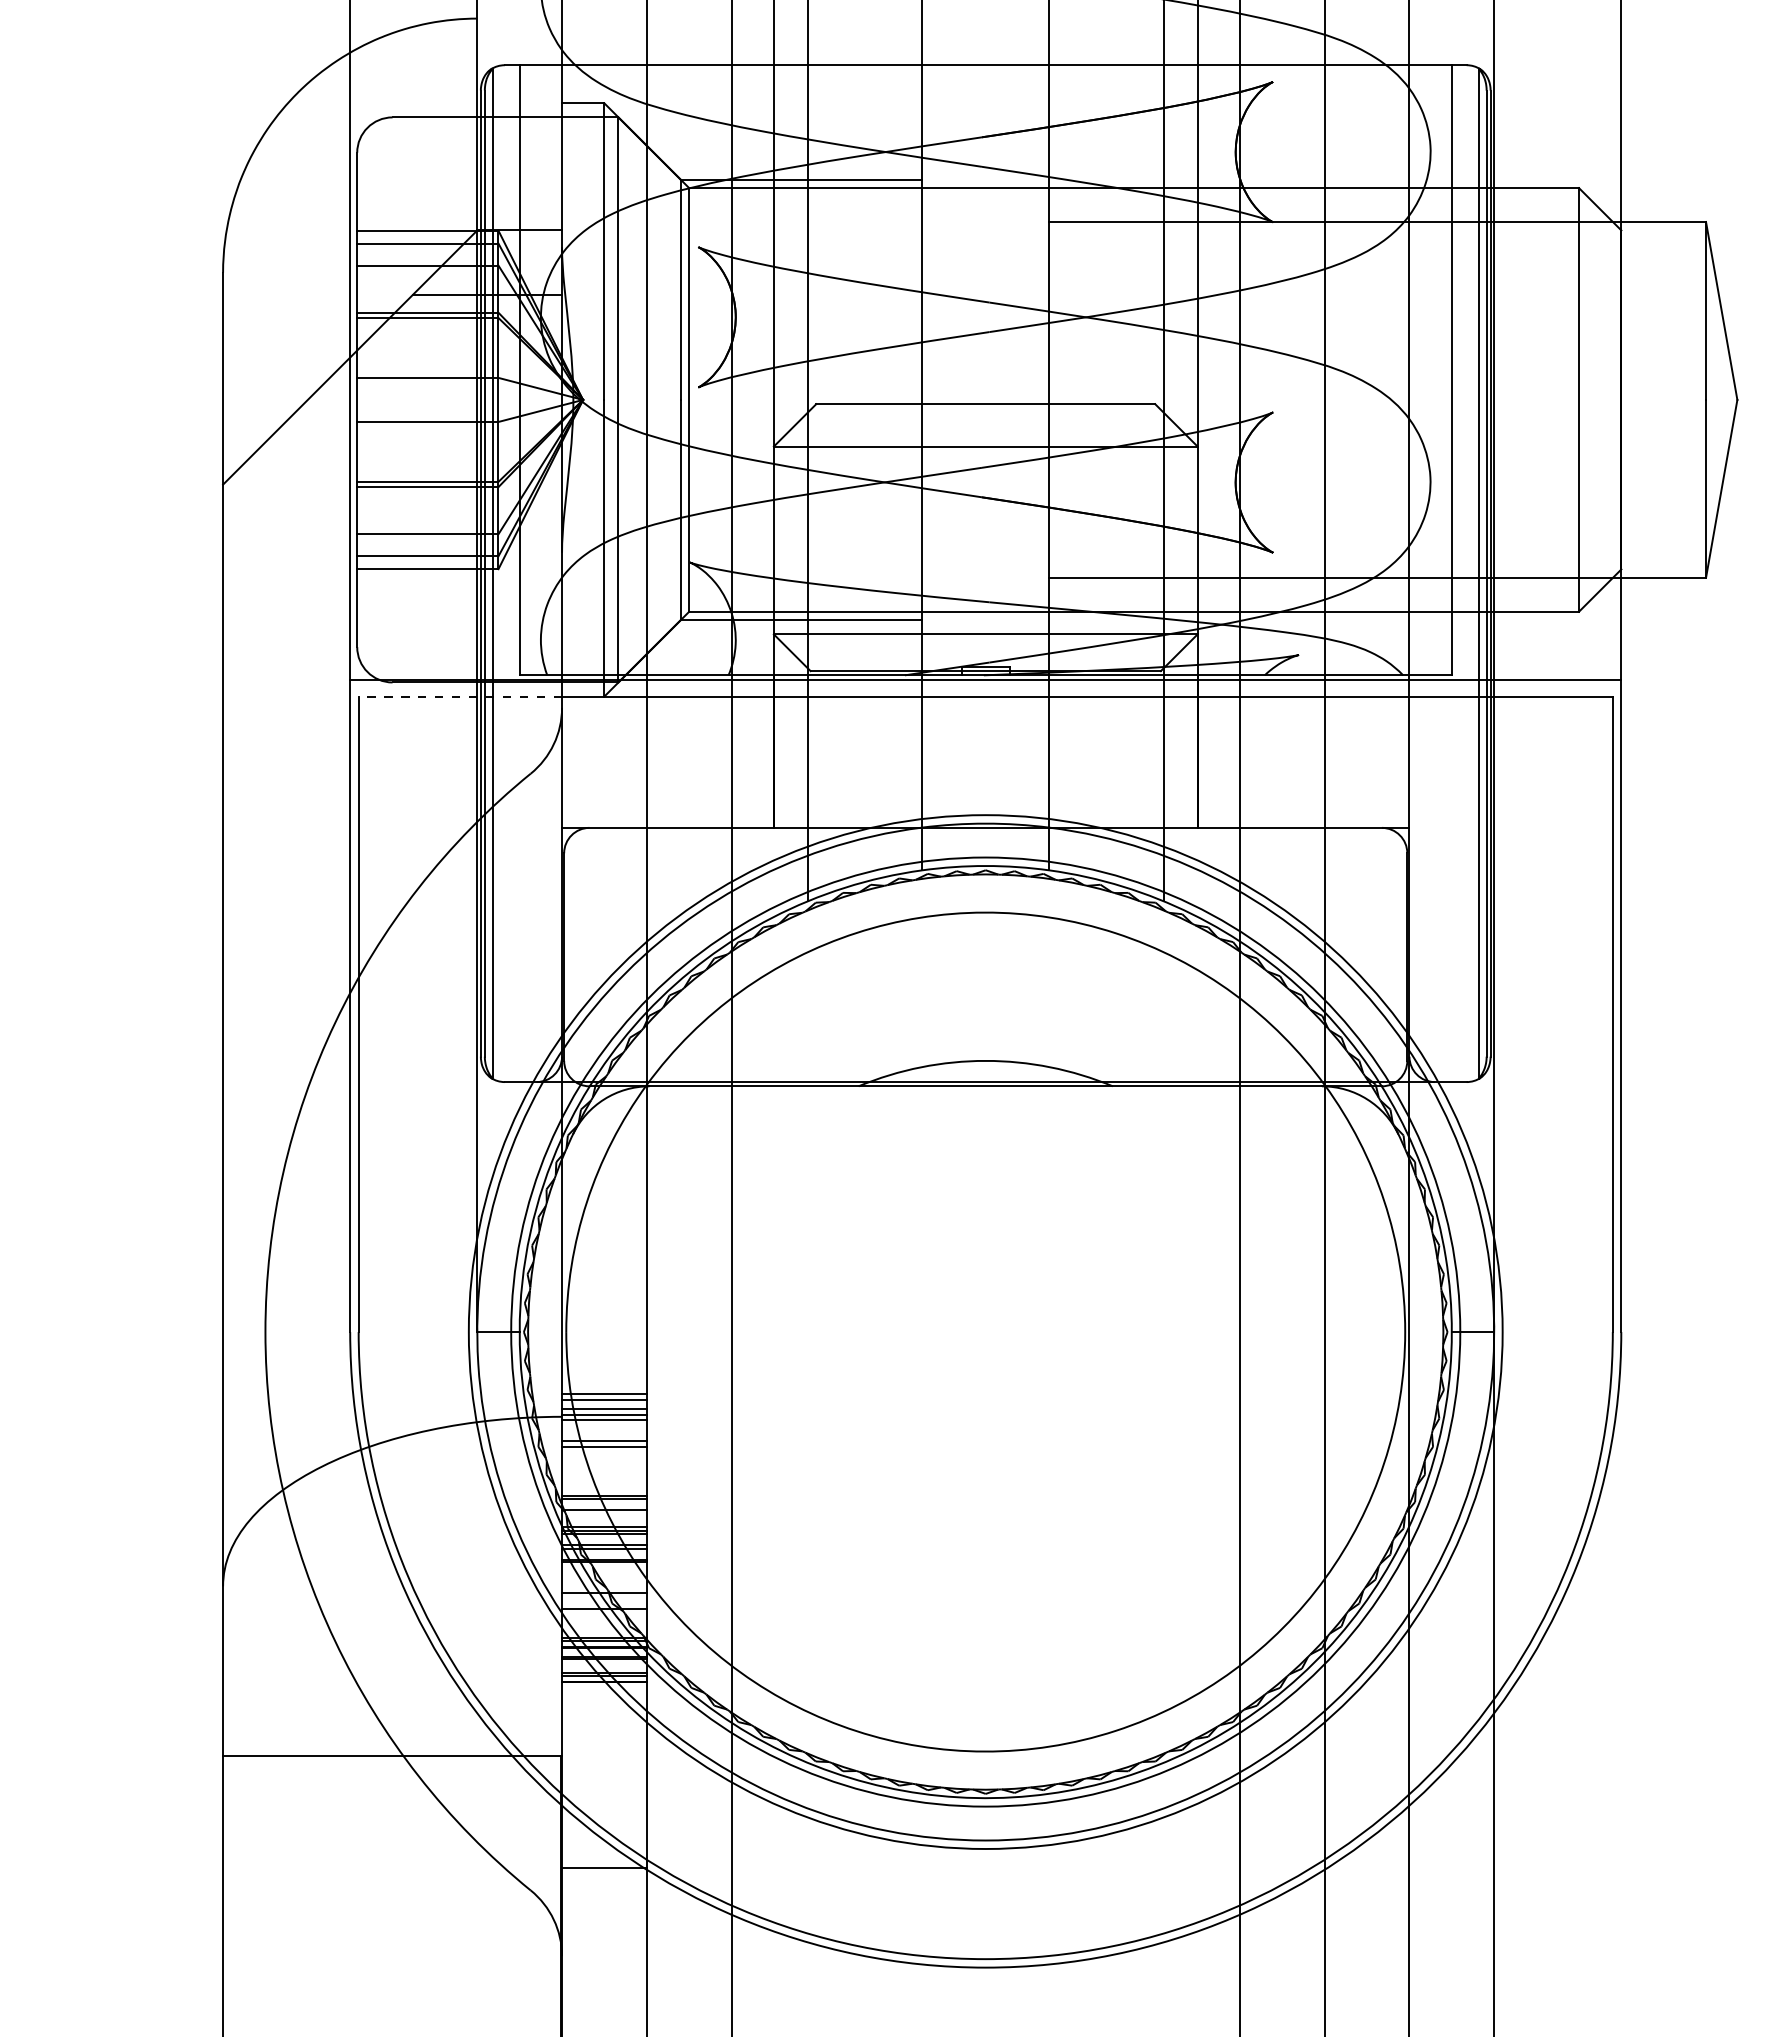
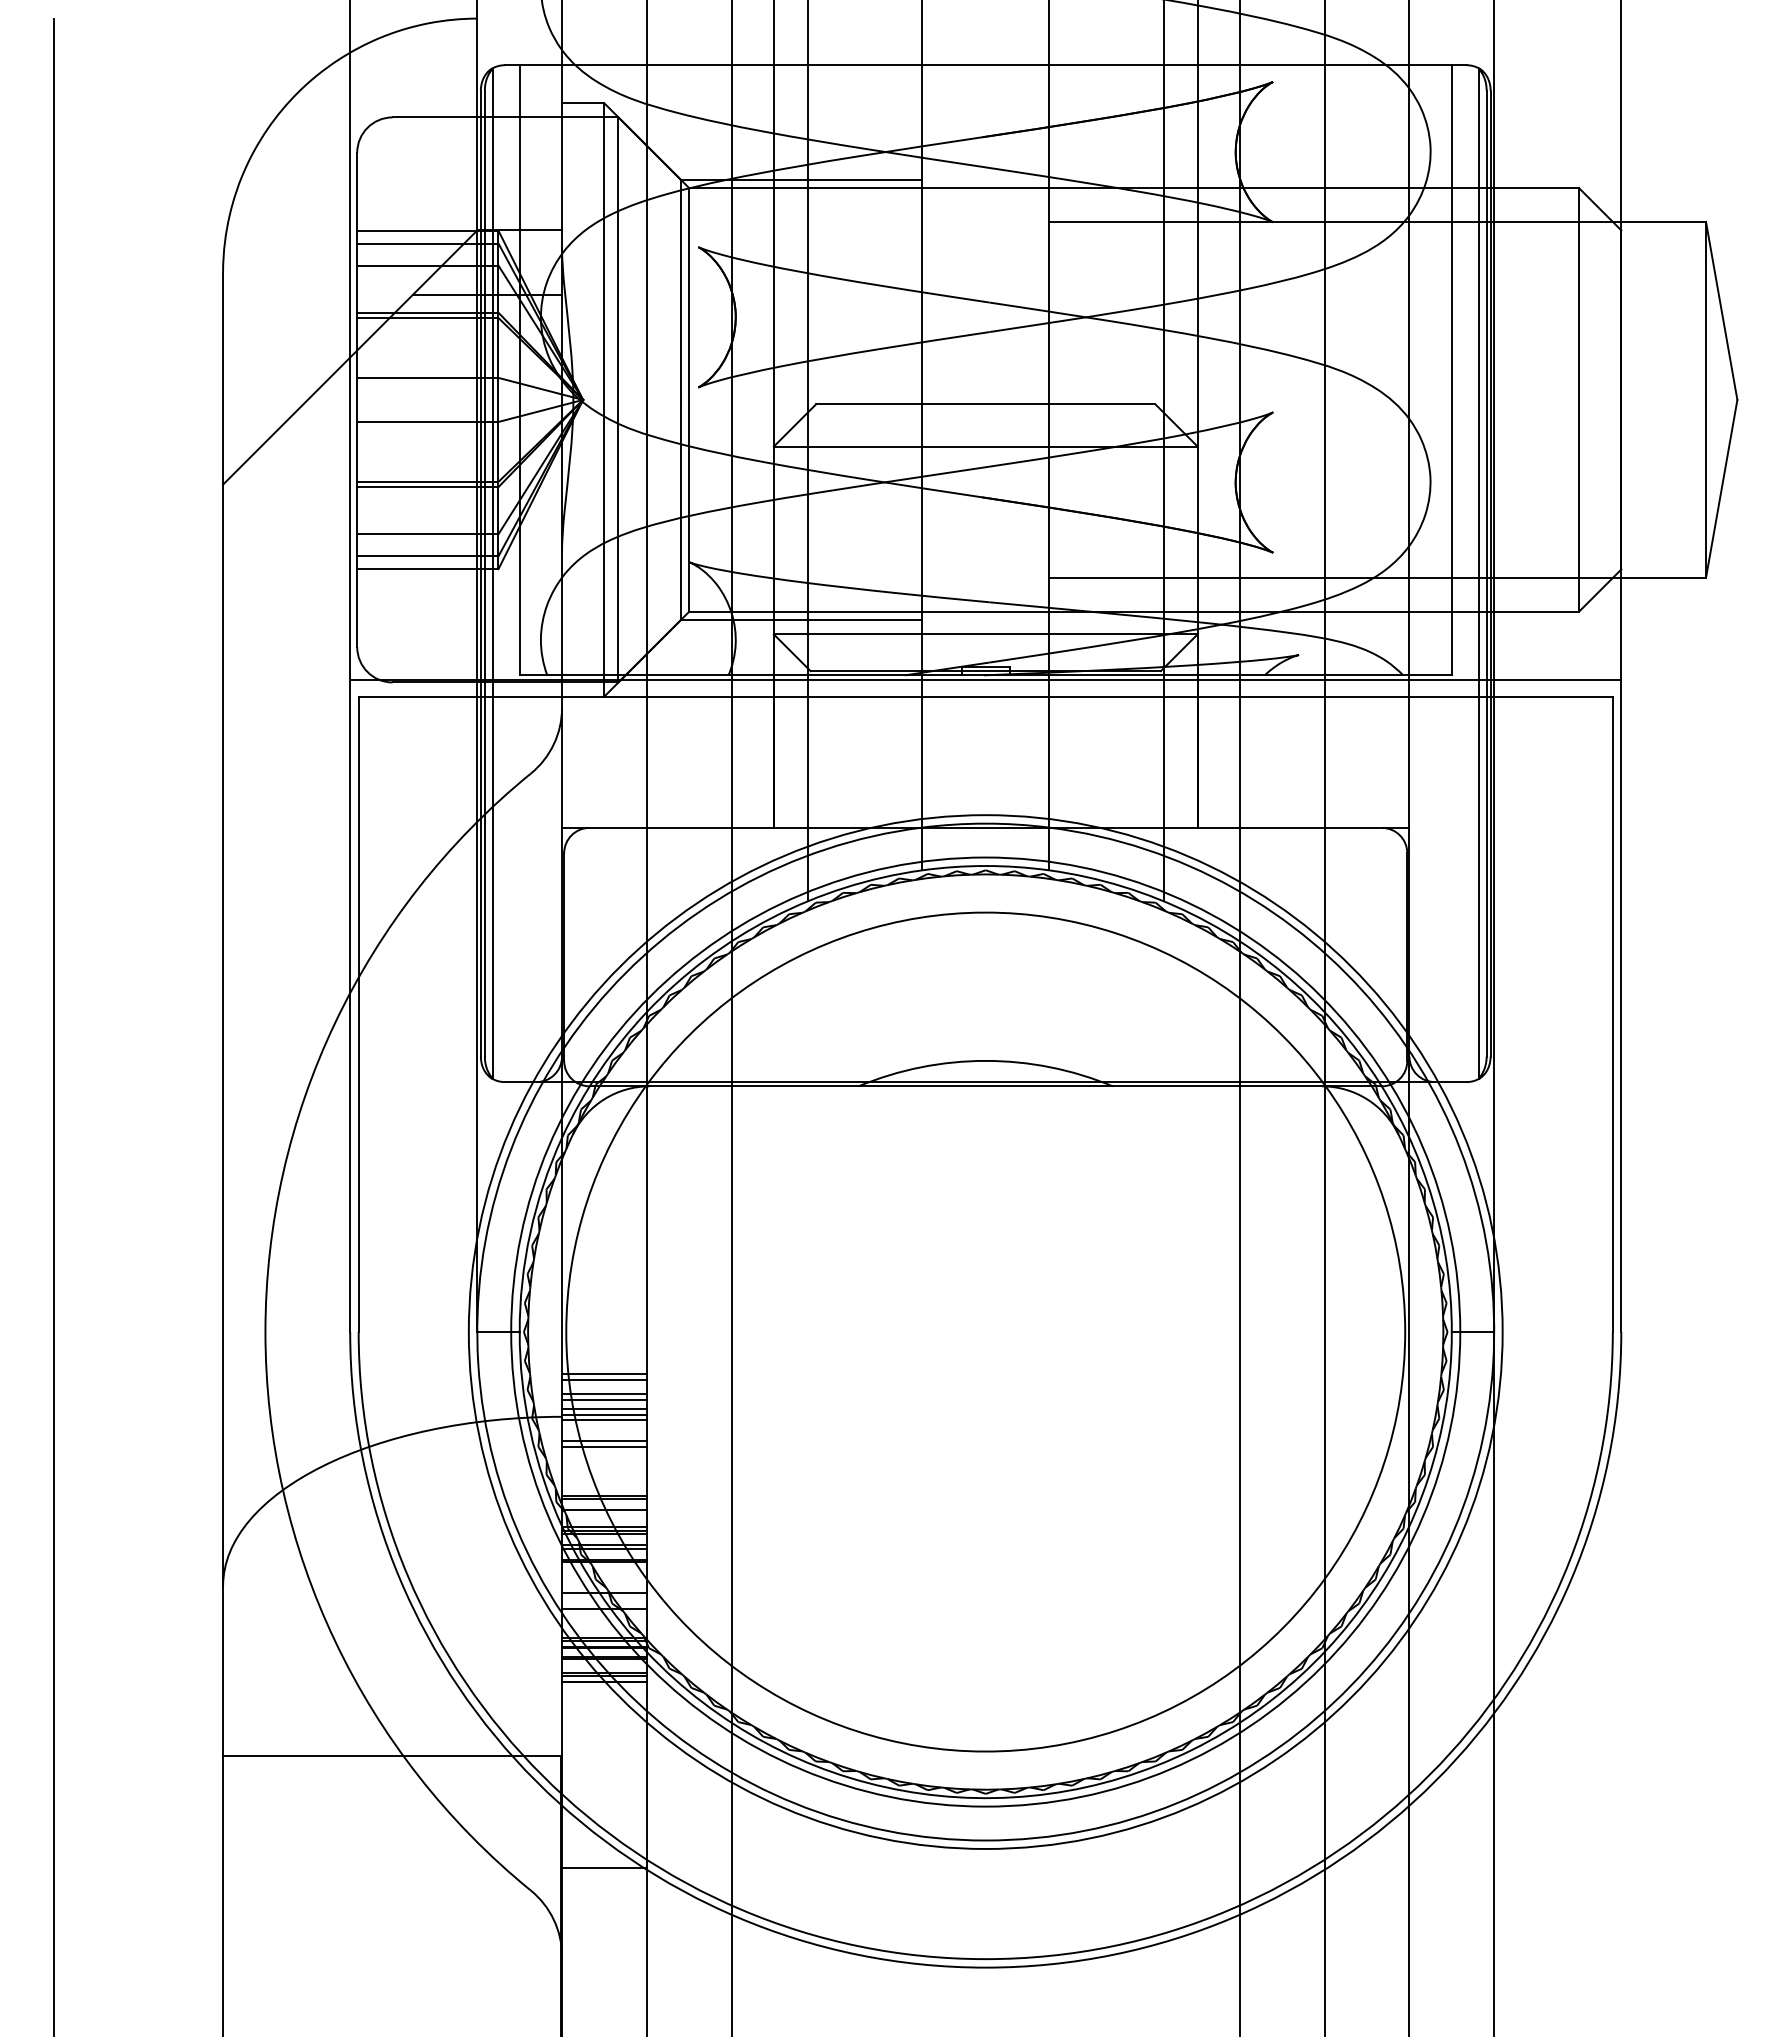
line at (460, 696): dashed -> solid
line at (53, 1025): none -> present
line at (604, 1374): none -> present
line at (604, 1379): none -> present
